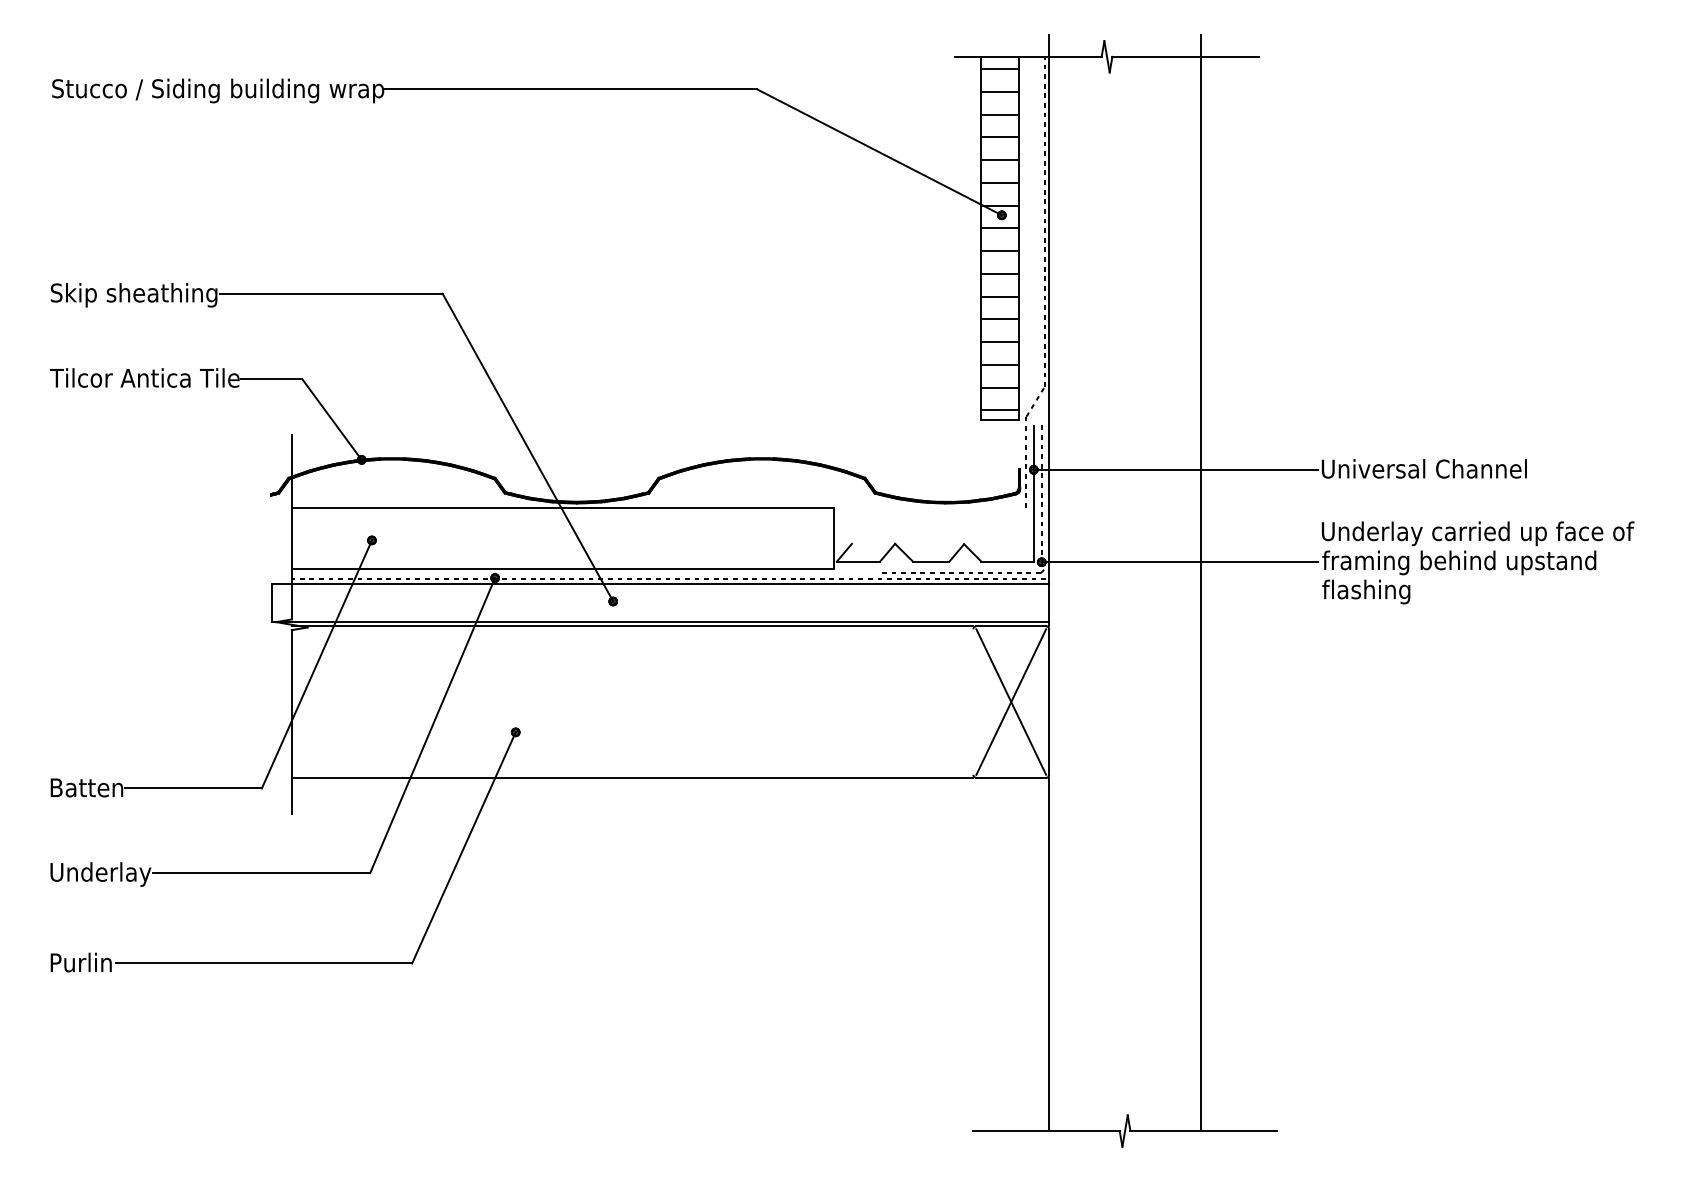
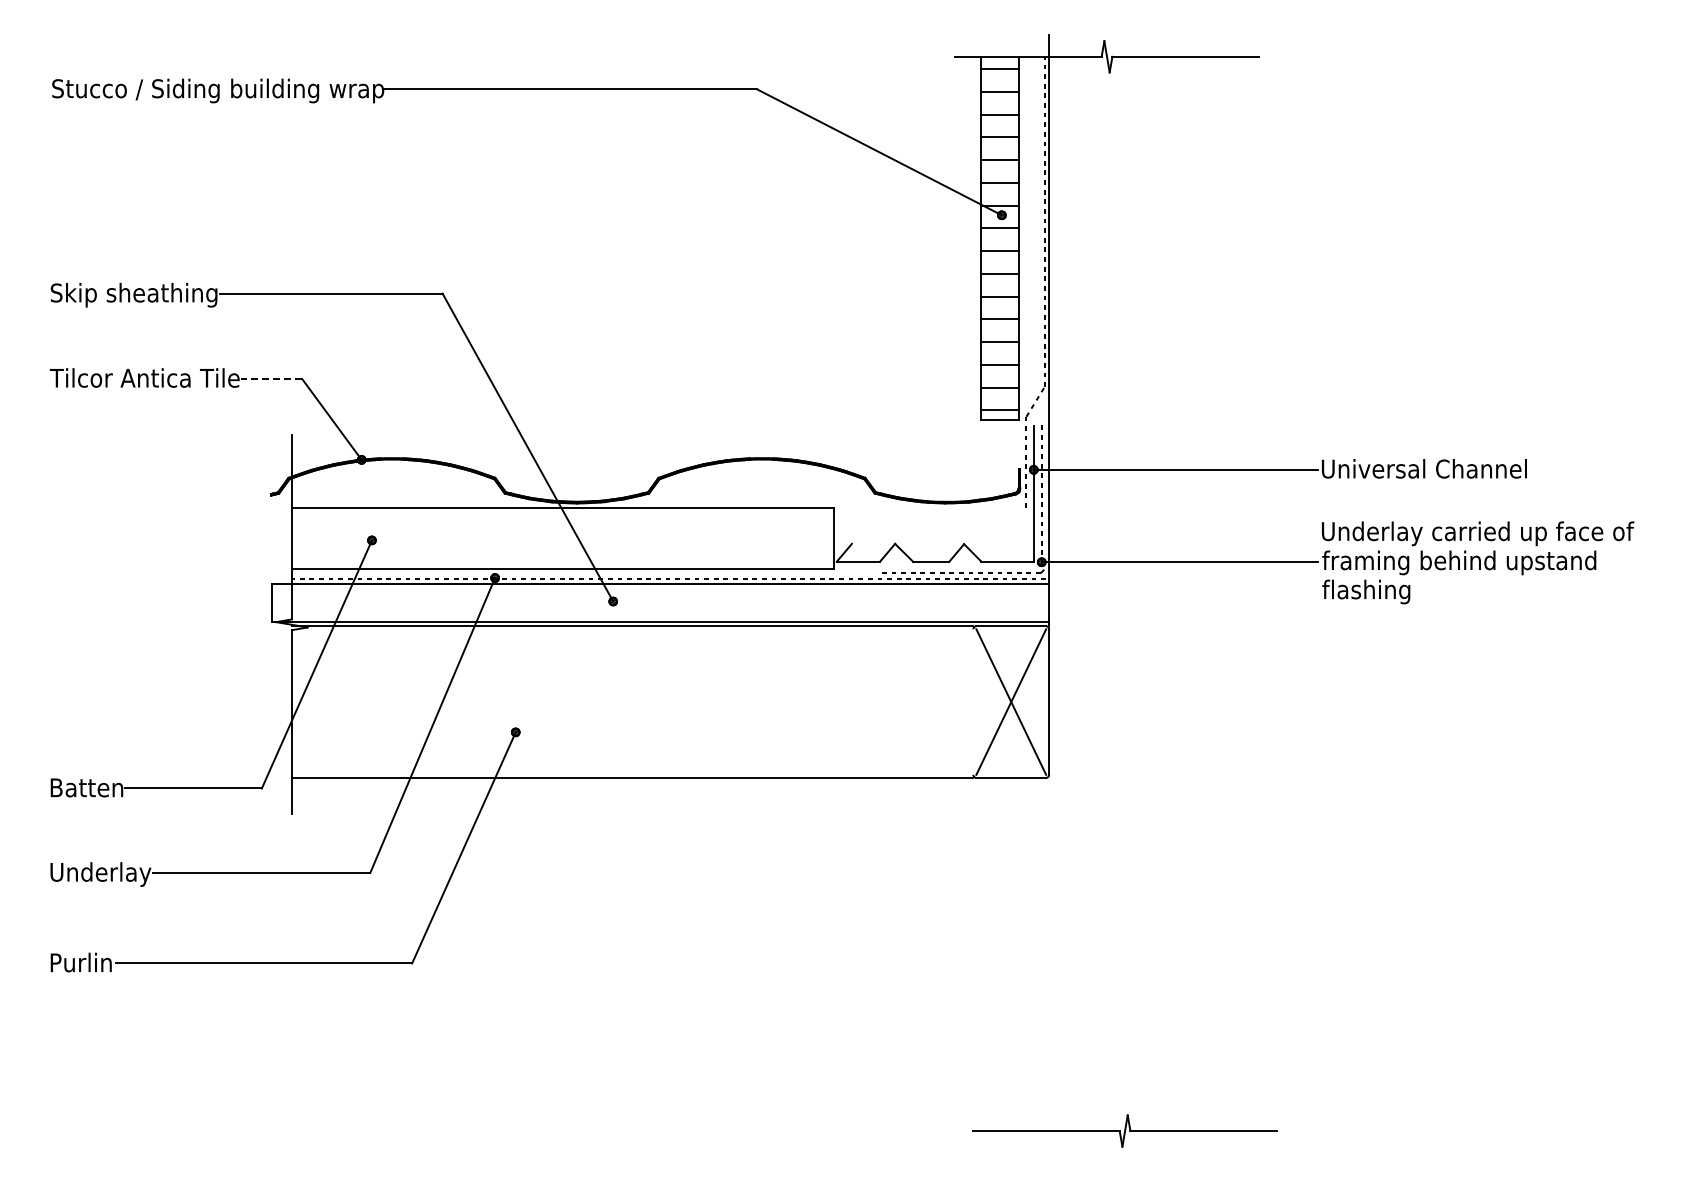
line at (271, 379): solid -> dashed
line at (1200, 583): present -> none
line at (1049, 954): present -> none
